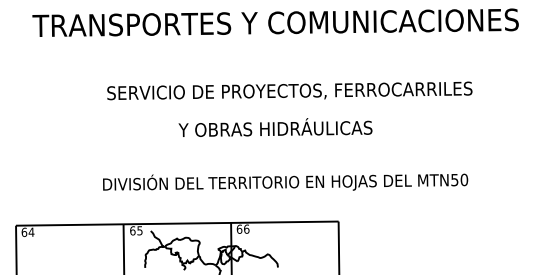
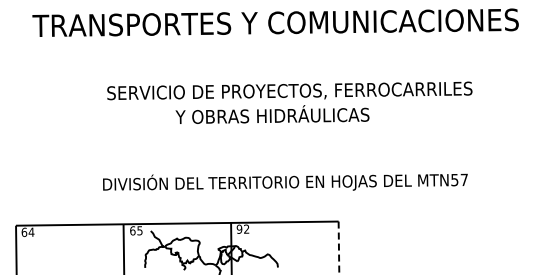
text at (275, 127) position: (275, 127) -> (272, 114)
text at (464, 179): MTN50 -> MTN57
text at (242, 228): 66 -> 92
line at (338, 248): solid -> dashed
